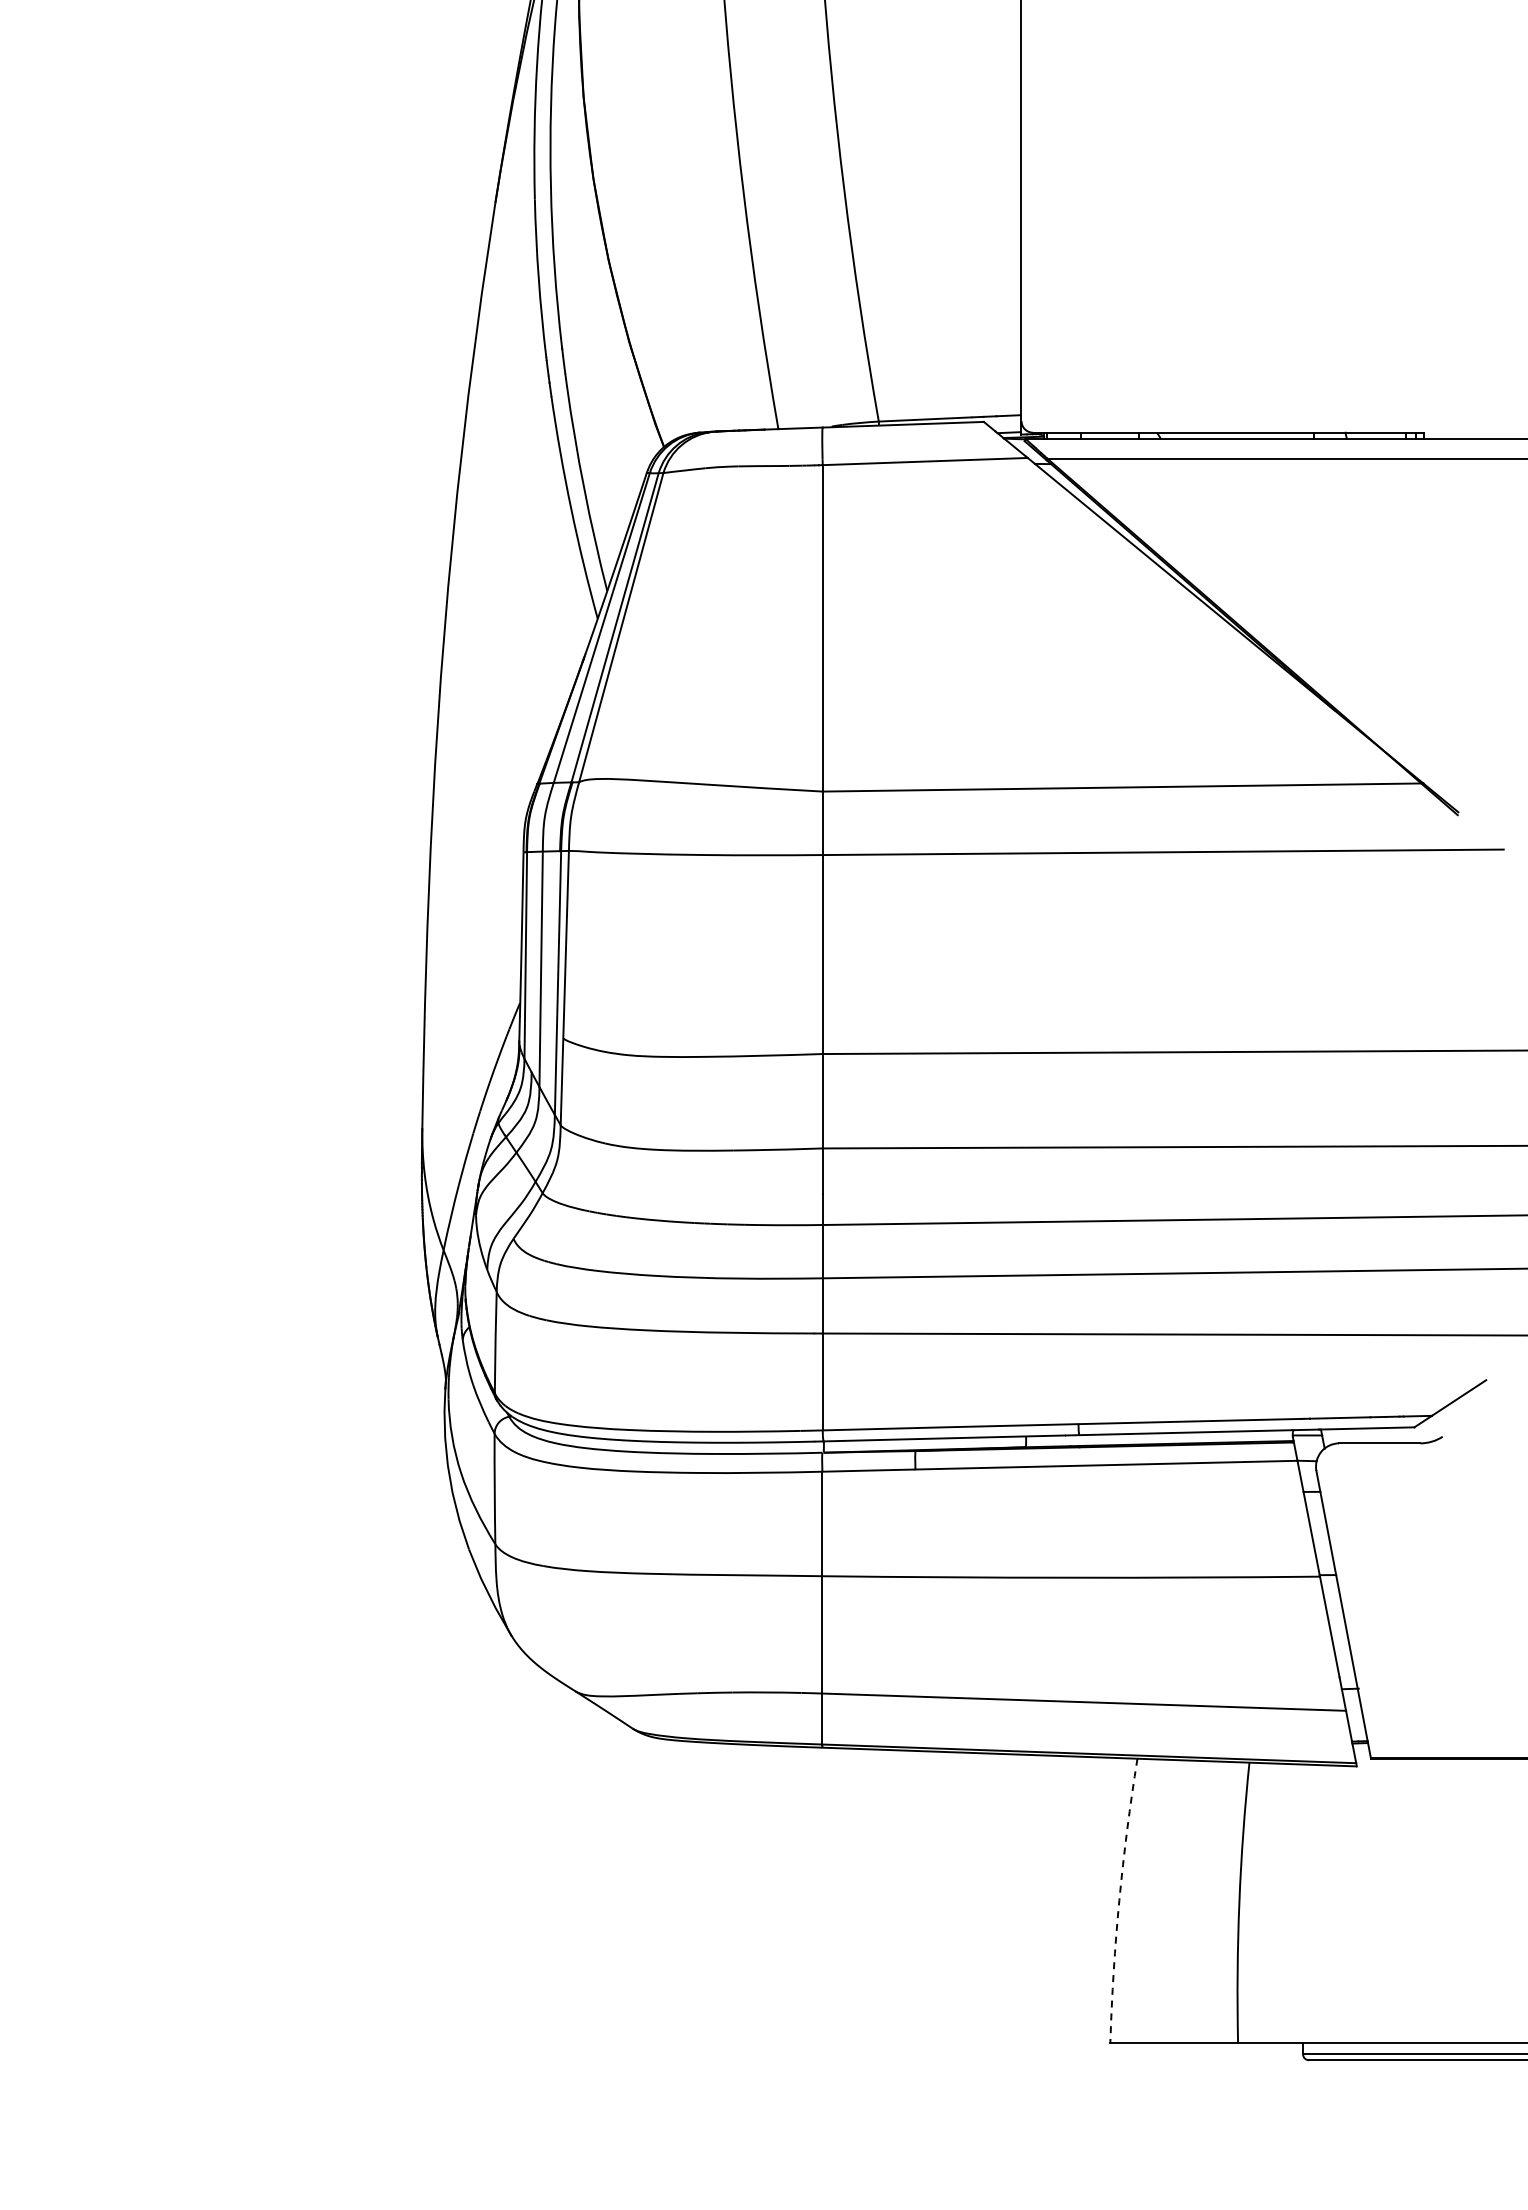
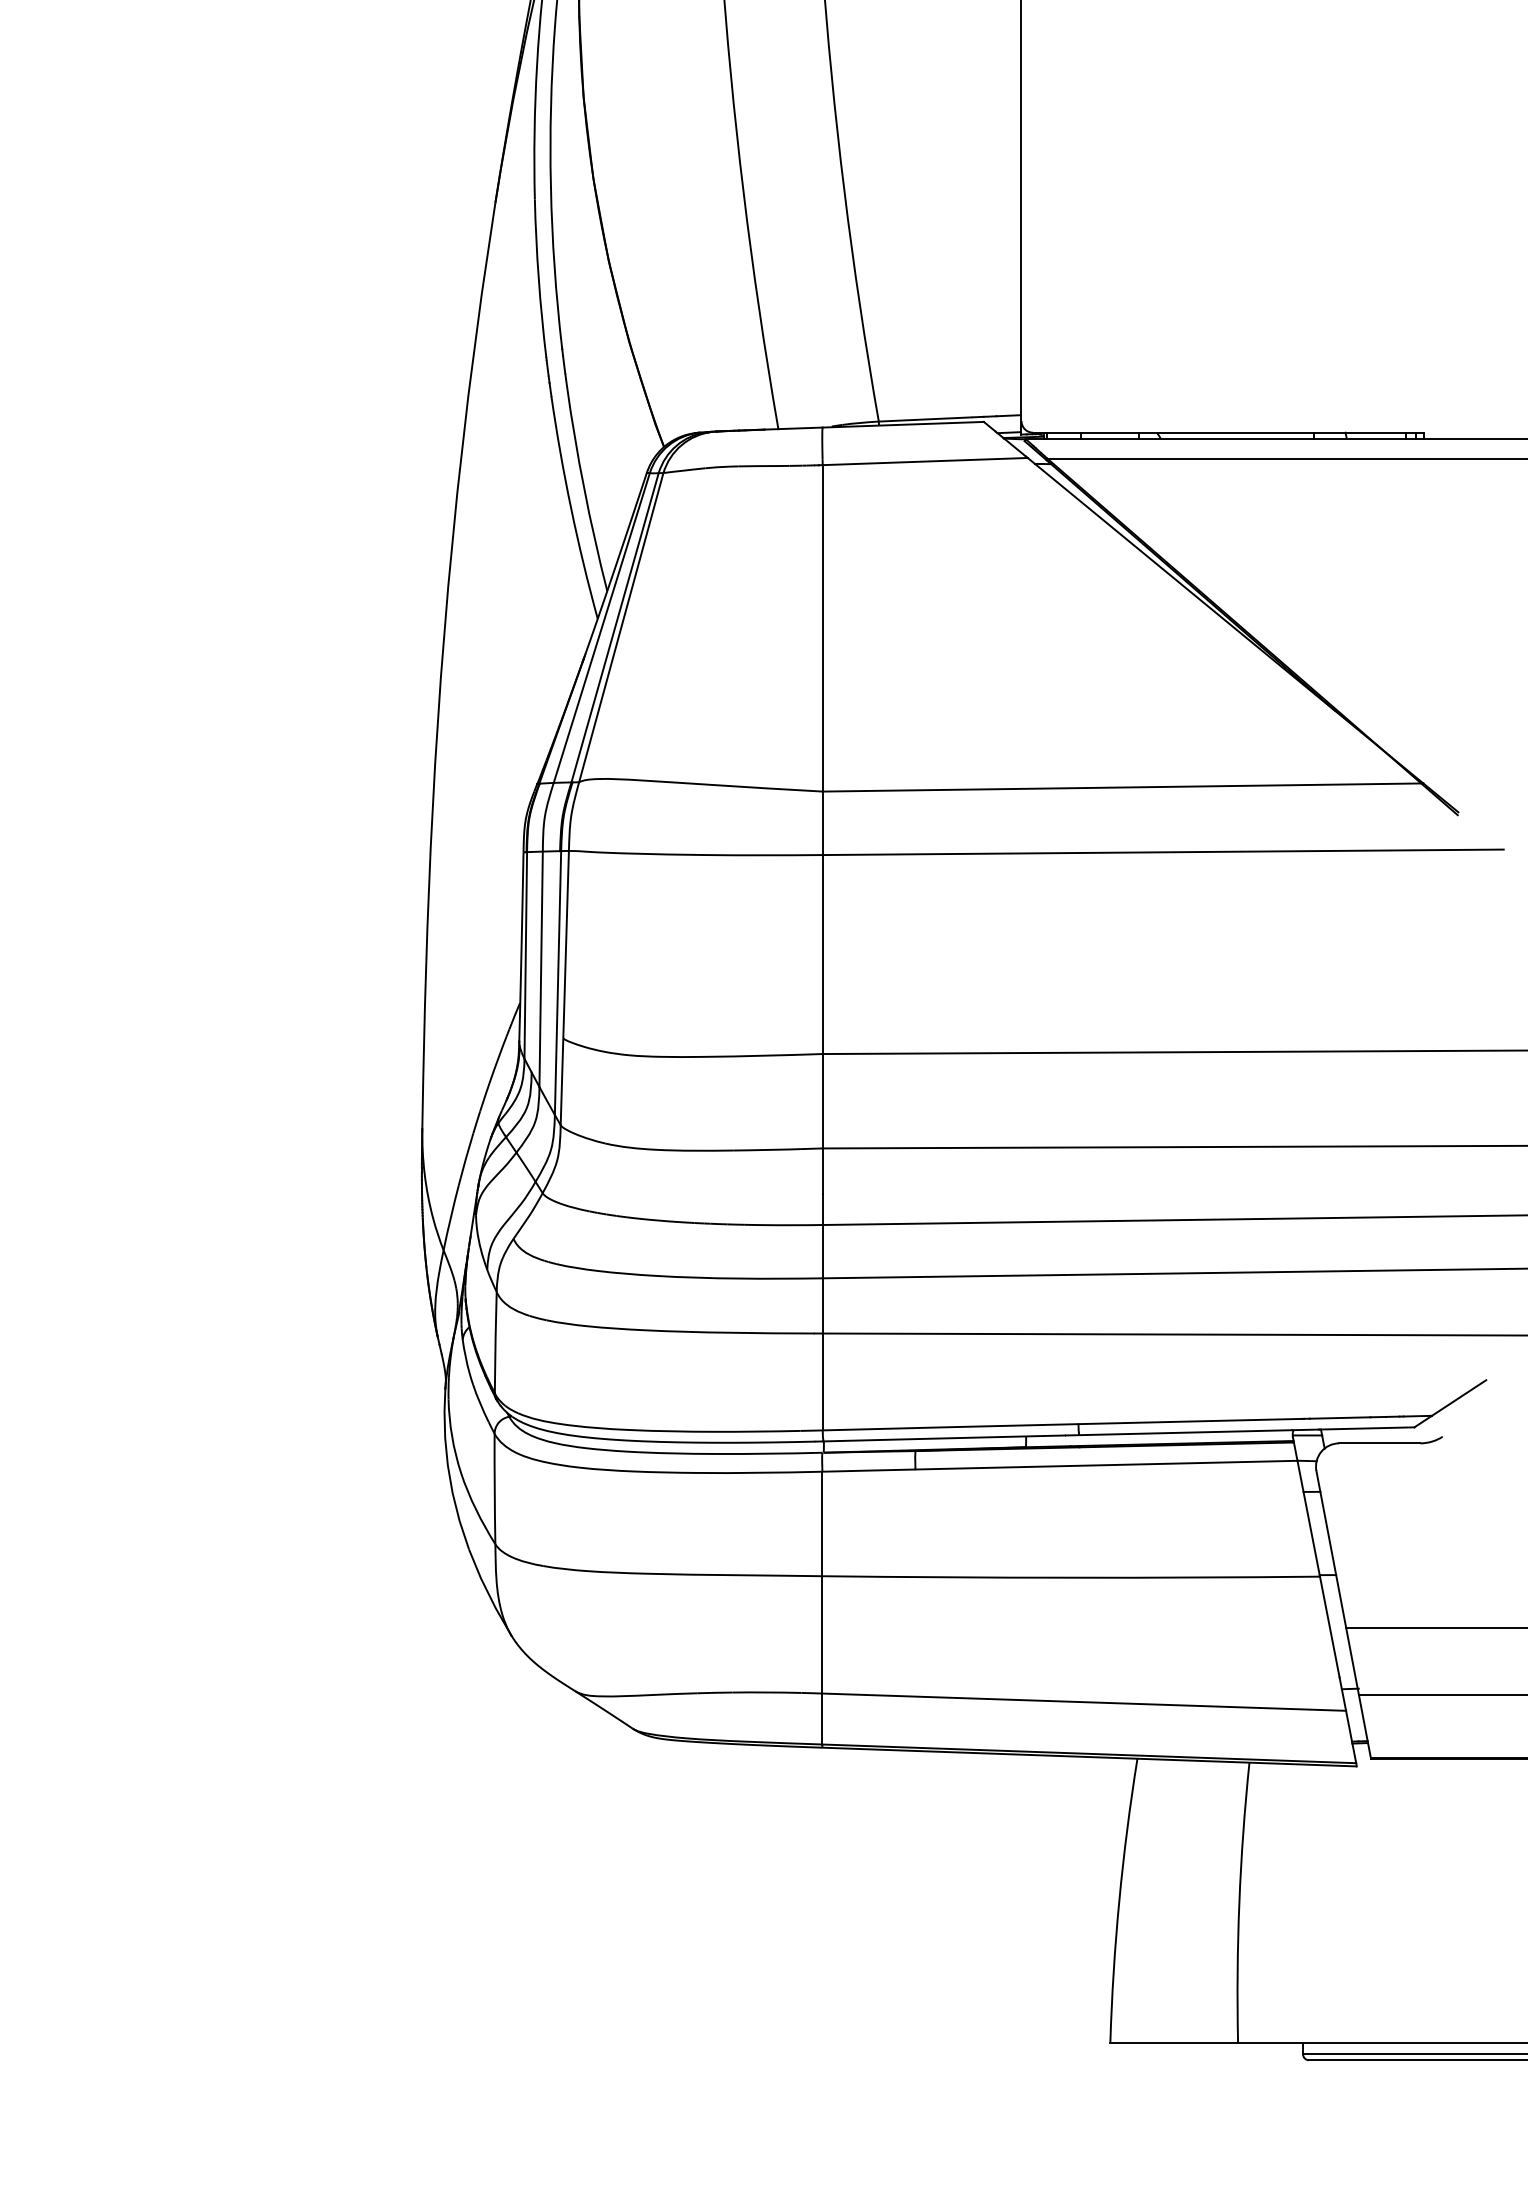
line at (1435, 1628): none -> present
line at (1441, 1695): none -> present
arc at (1119, 1900): dashed -> solid
